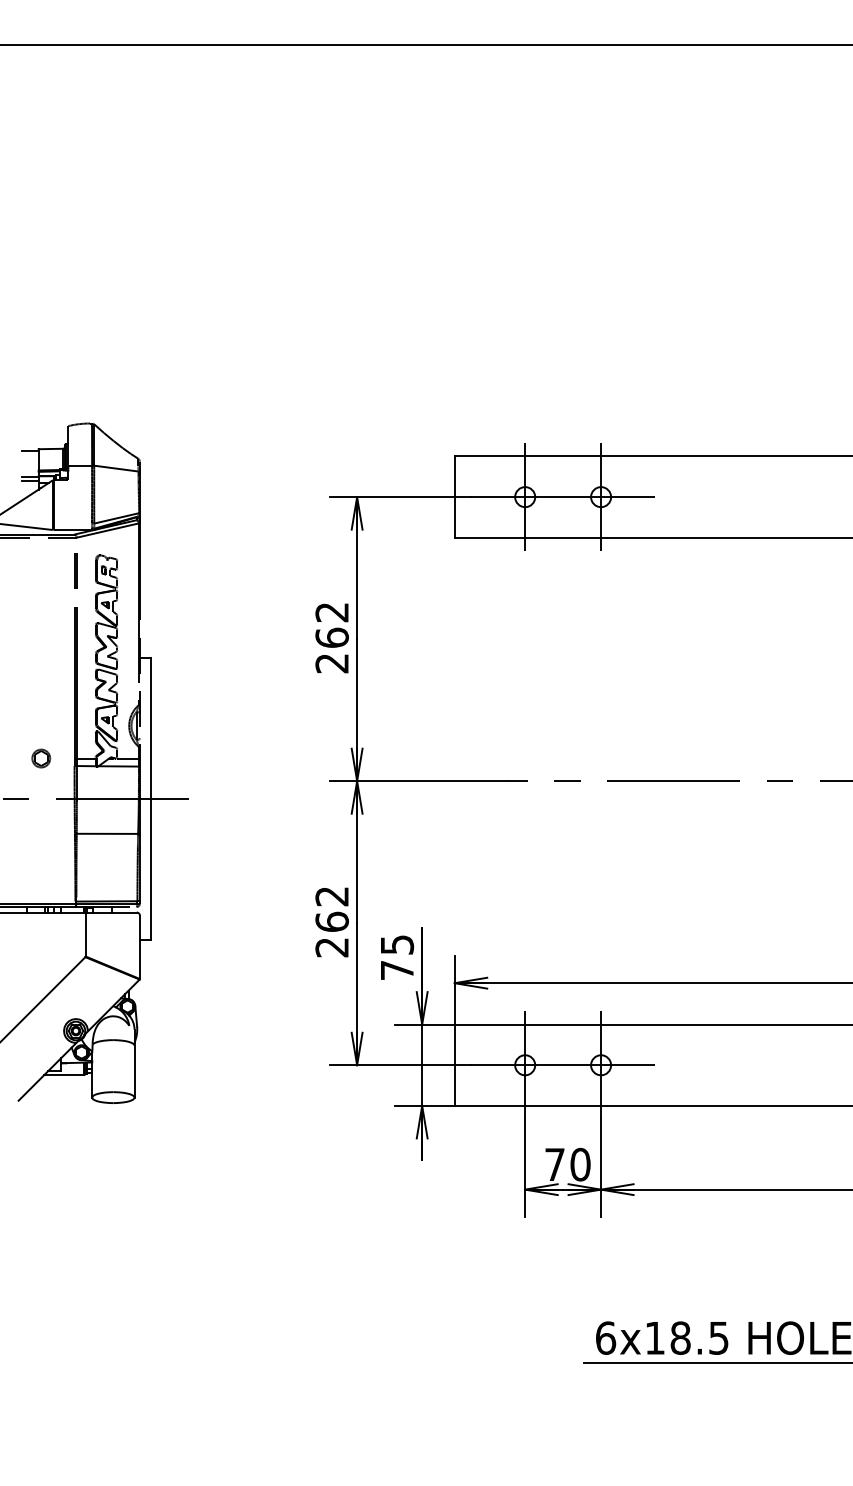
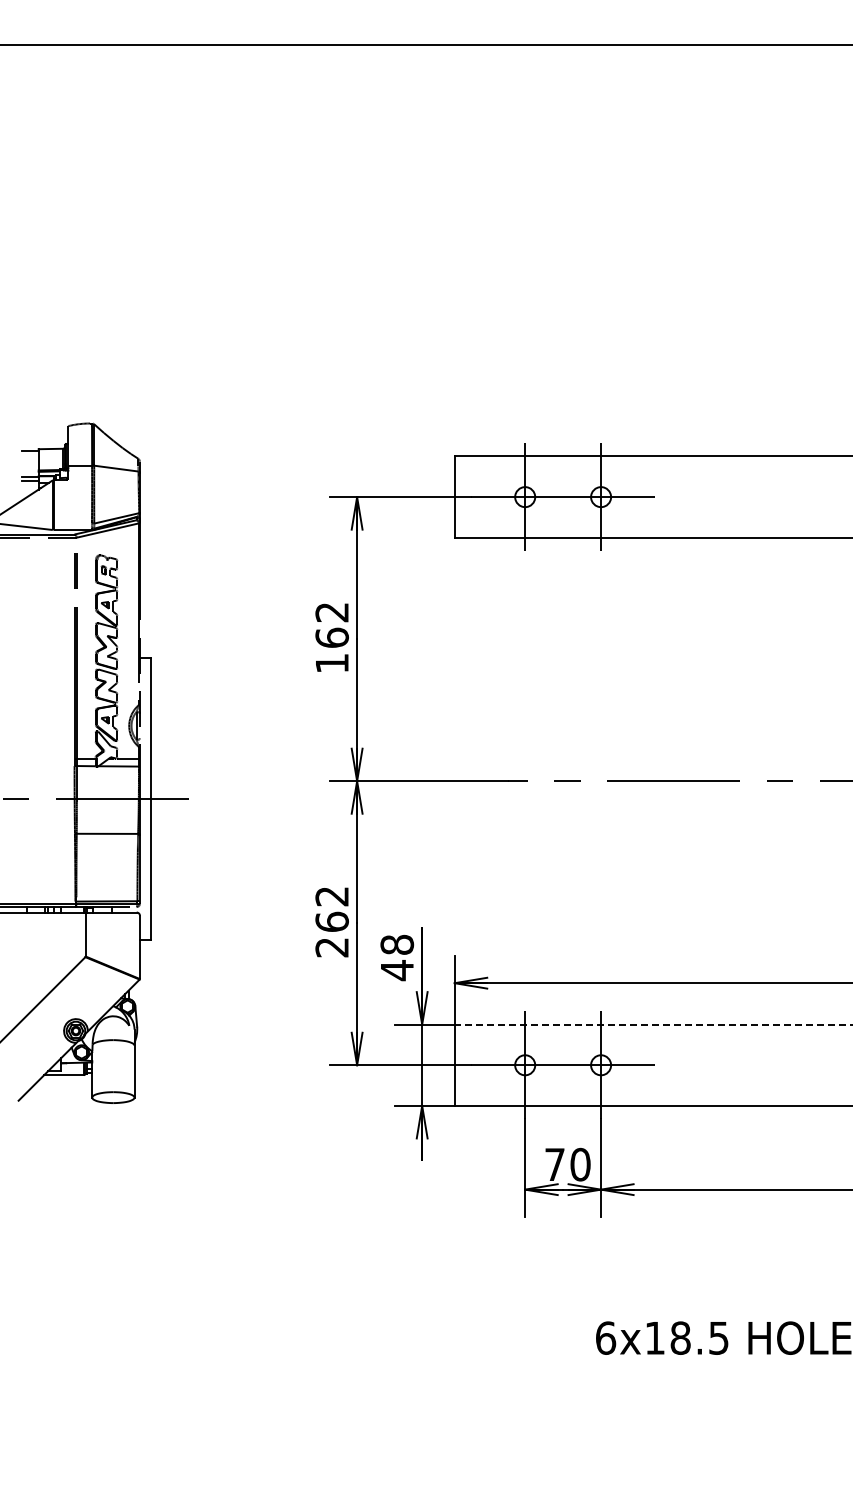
text at (331, 663): 262 -> 162
part at (41, 758): present -> none
text at (397, 957): 75 -> 48
line at (653, 1024): solid -> dashed
line at (716, 1363): present -> none
